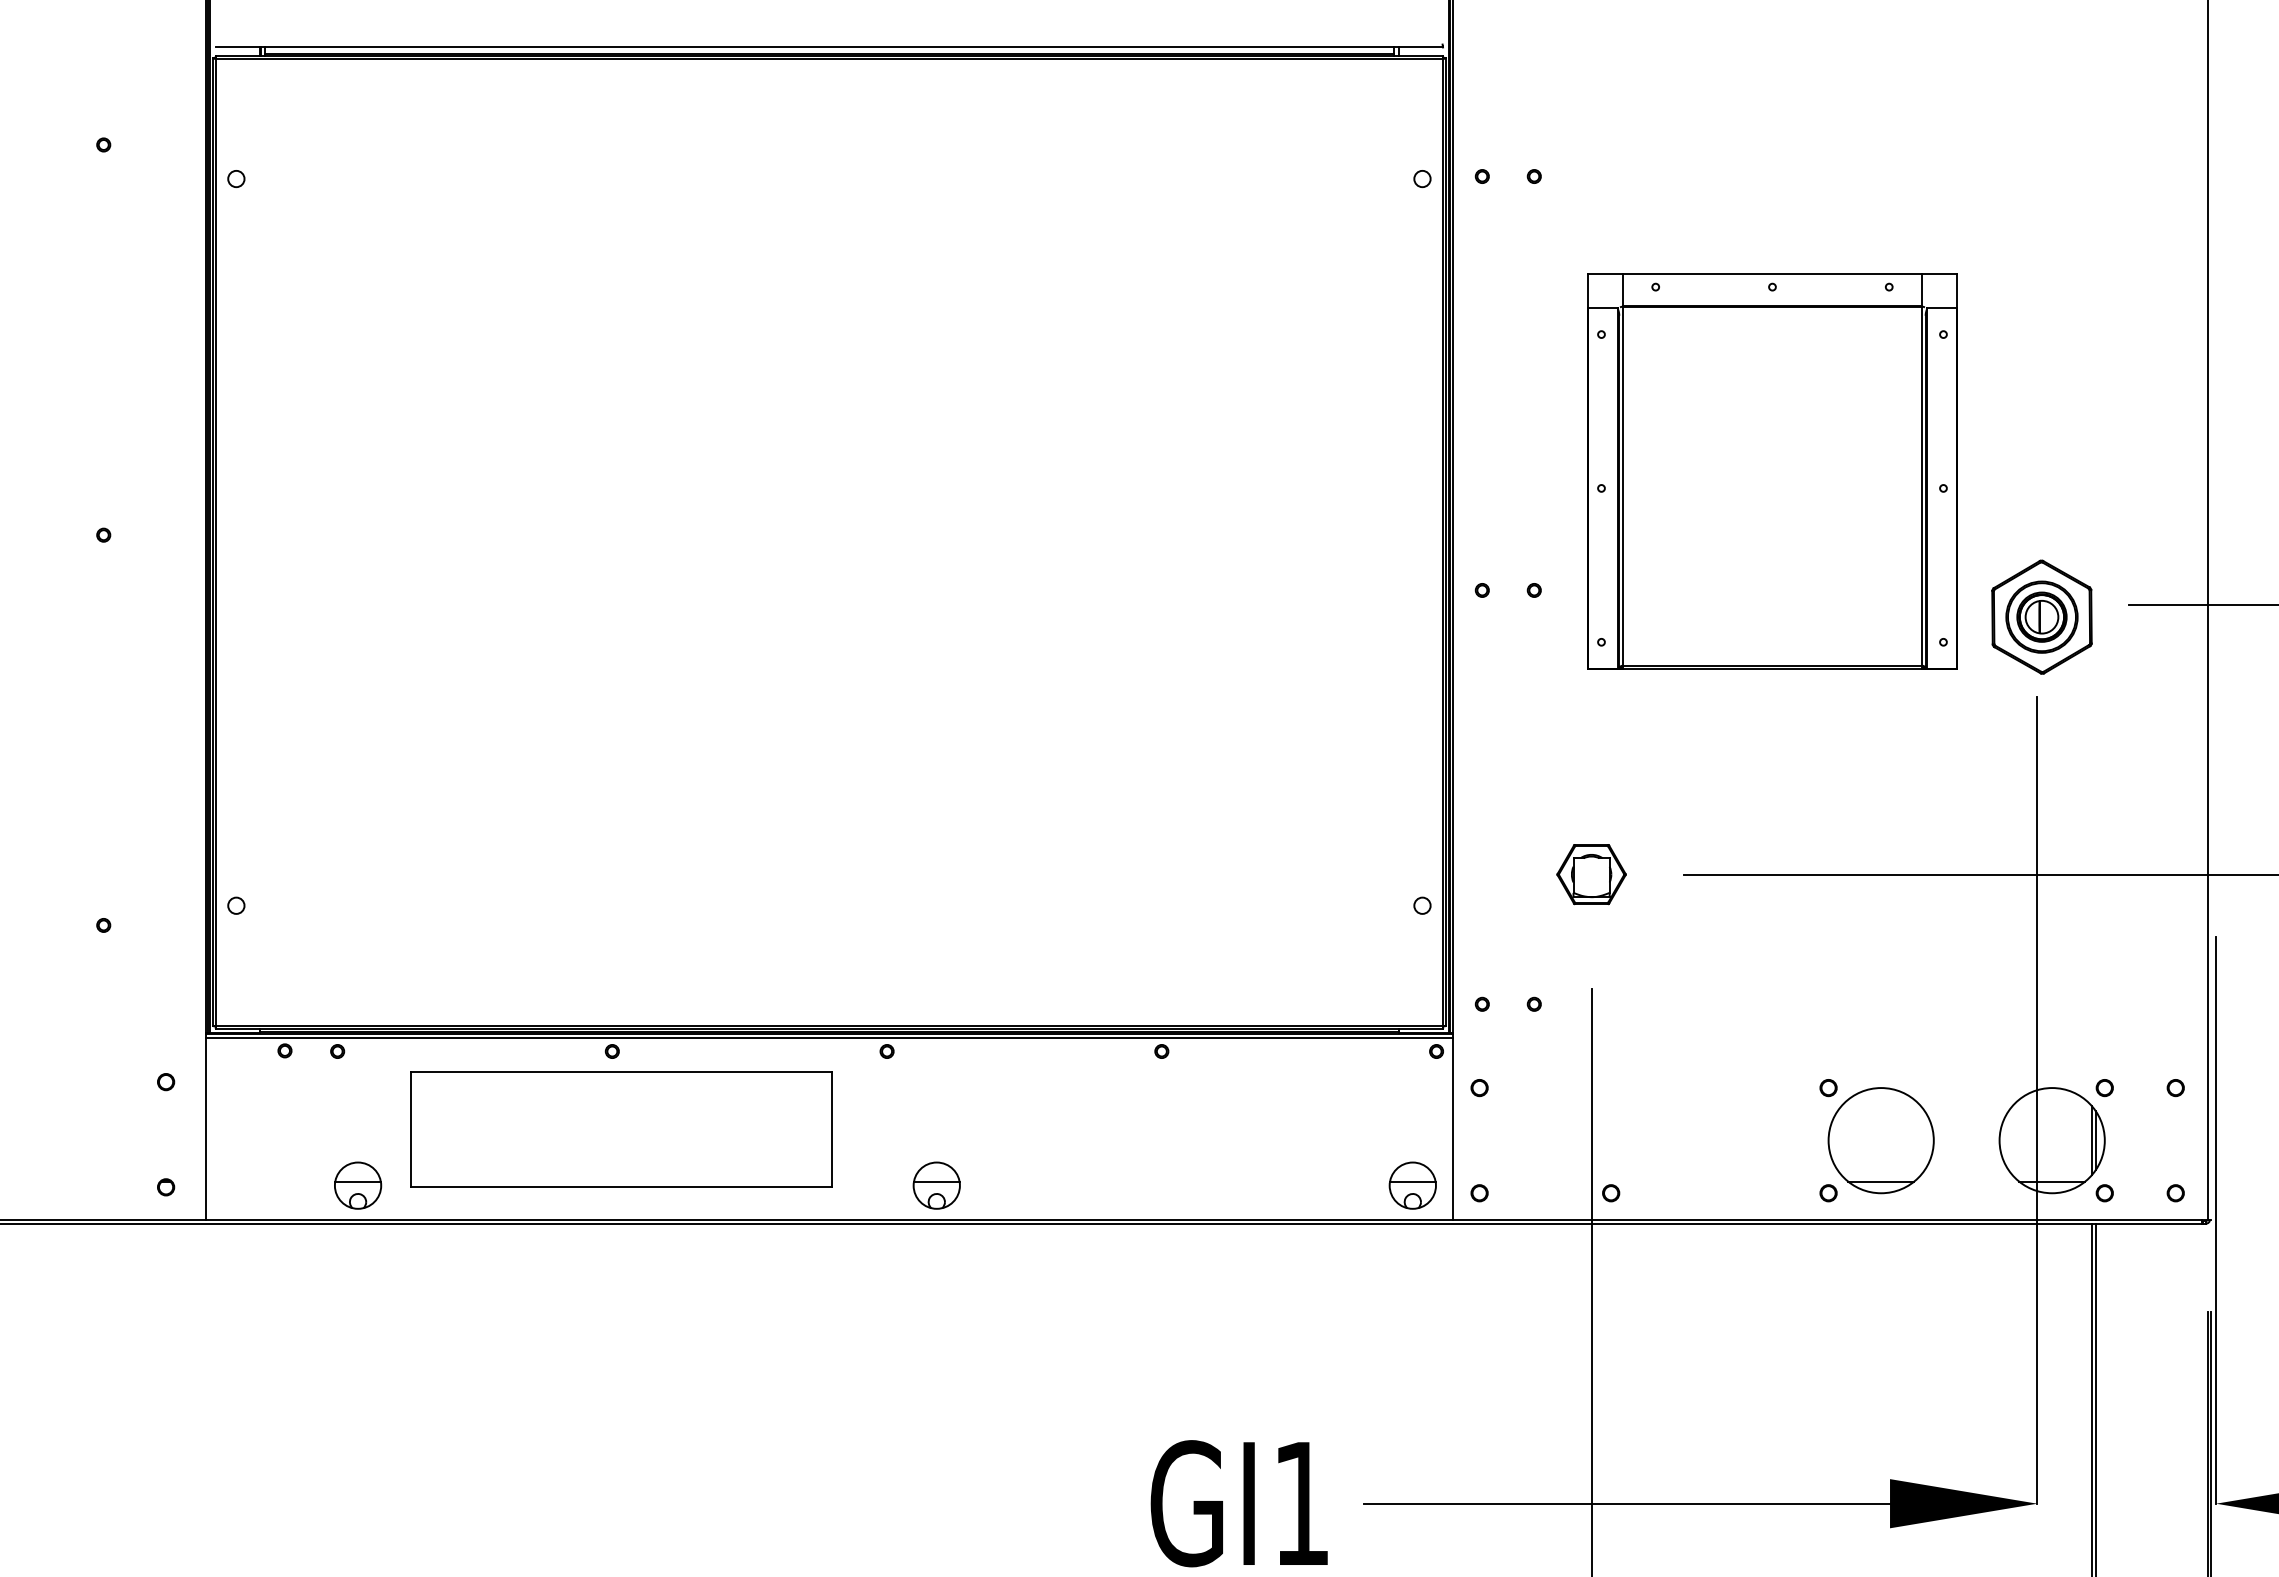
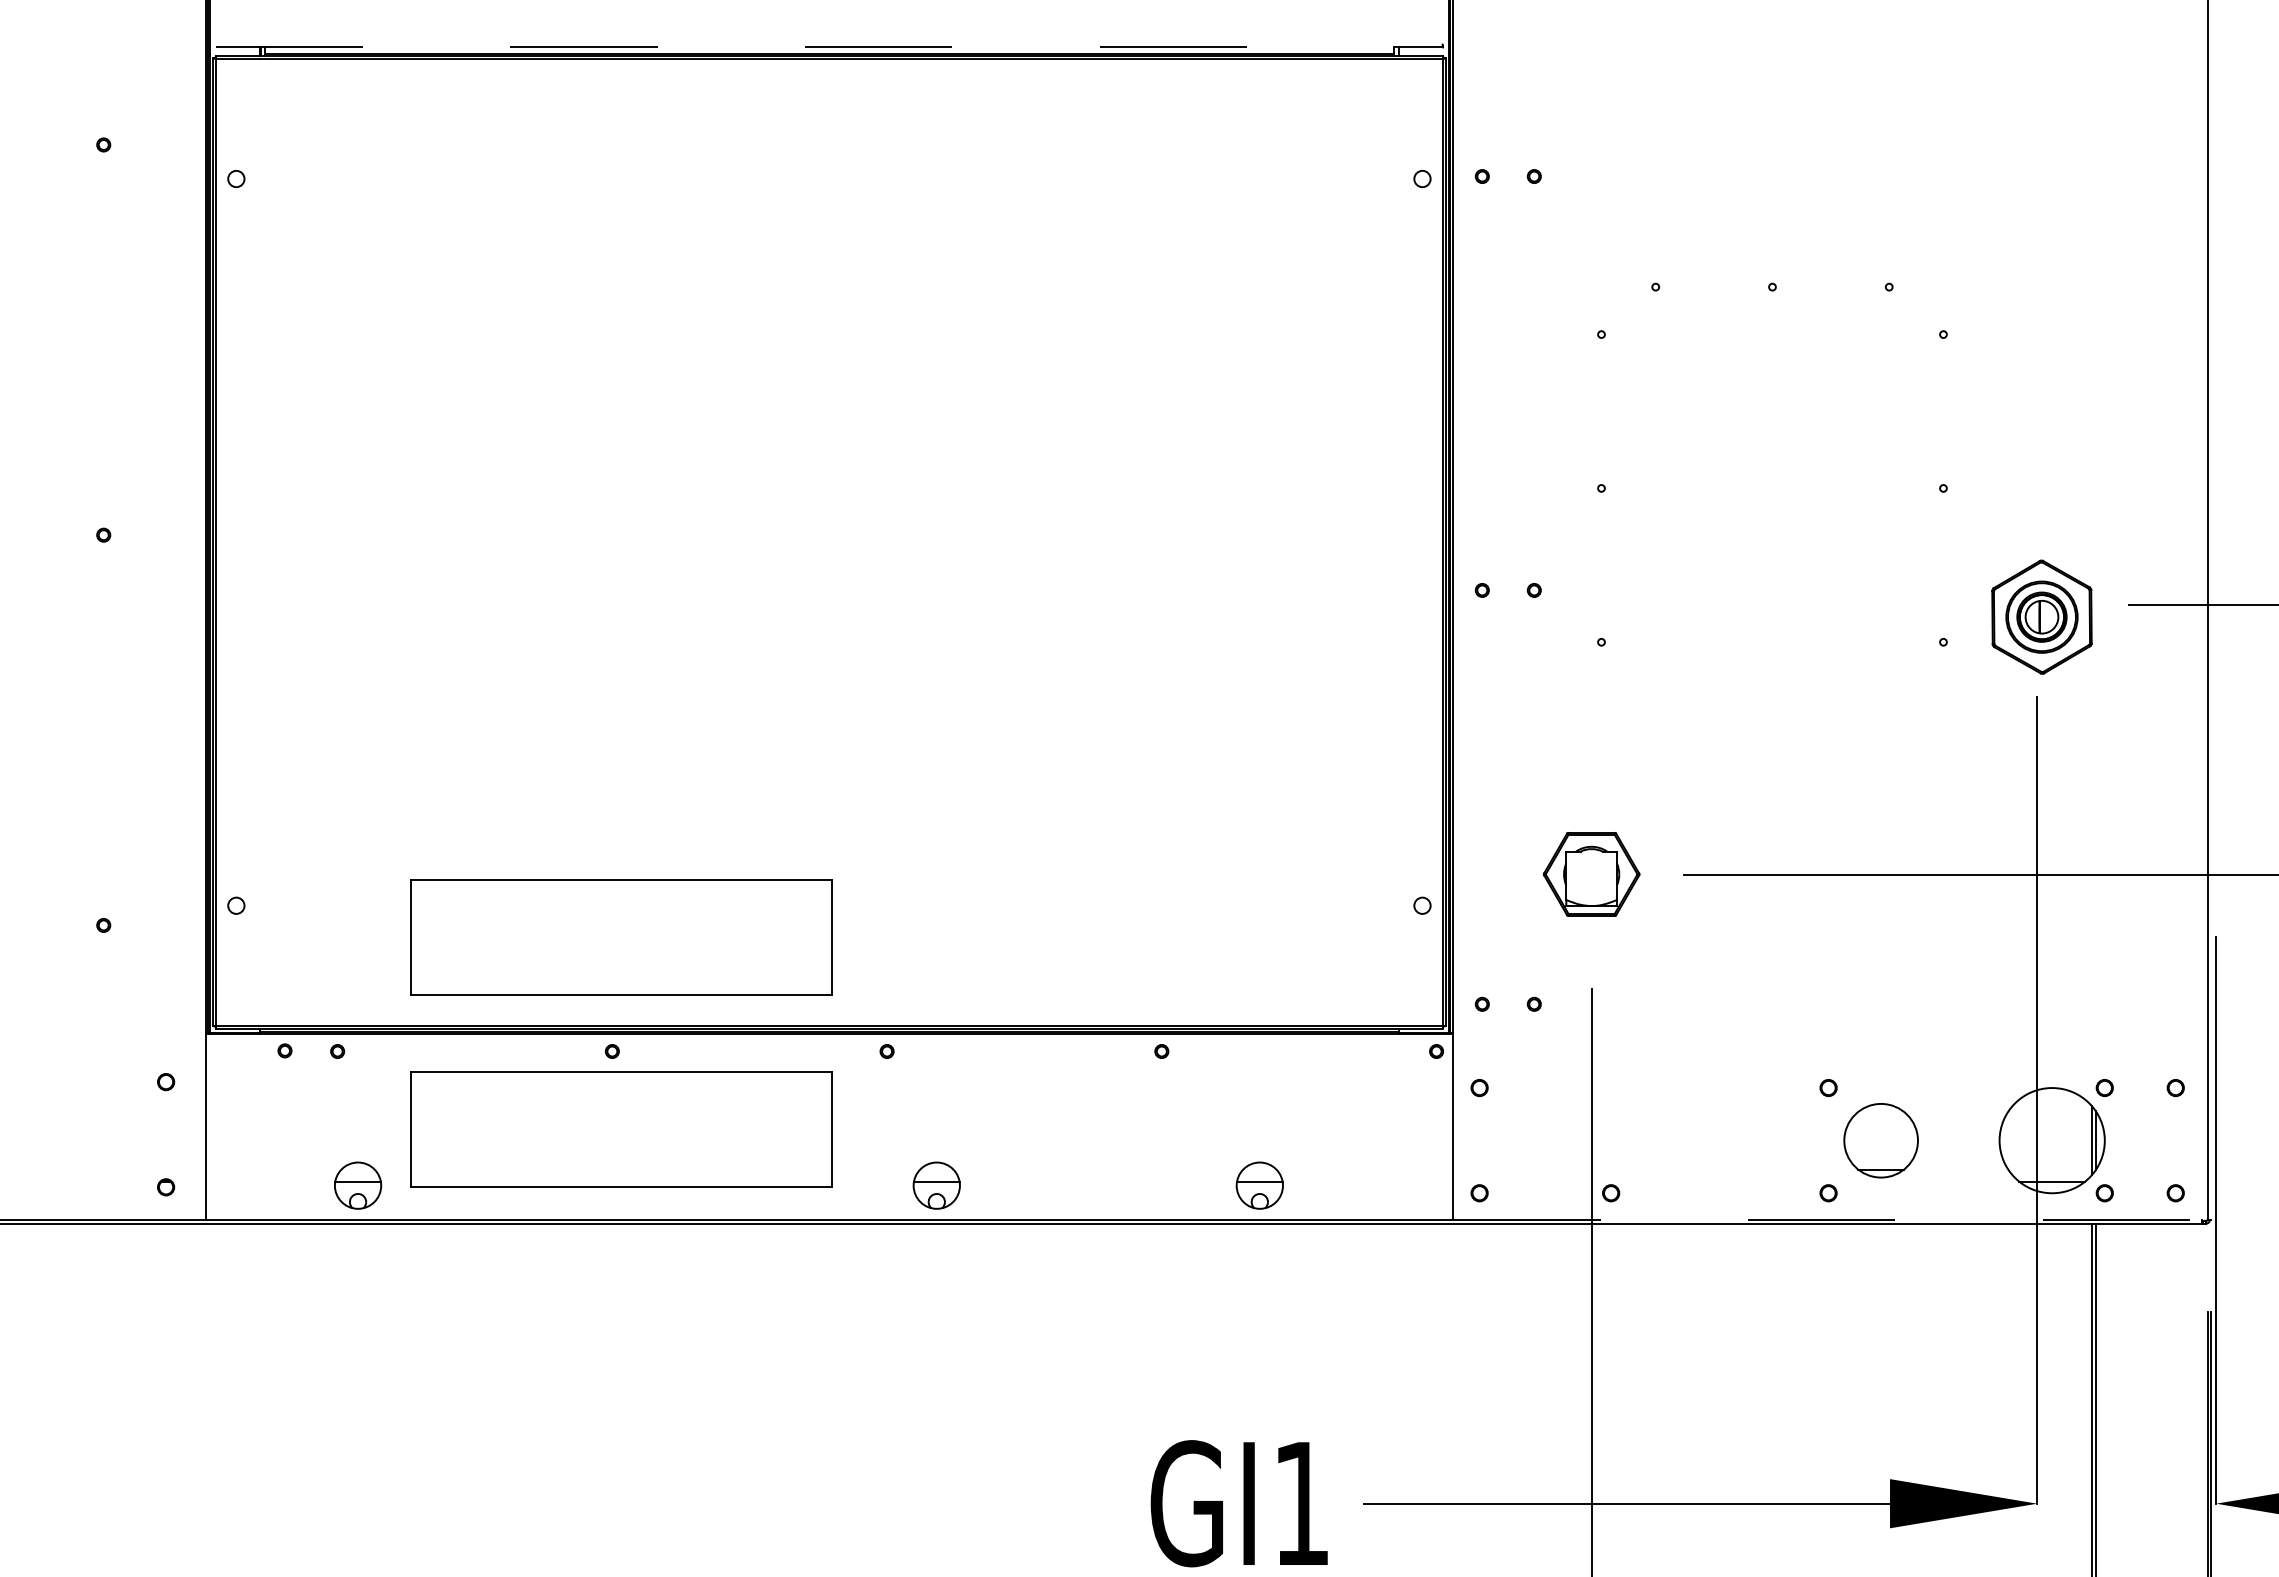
line at (829, 47): solid -> dashed
part at (1772, 471): present -> none
part at (1591, 874) size: 71x62 px -> 98x85 px
part at (621, 937): none -> present
line at (829, 1038): present -> none
part at (1880, 1140) size: 108x108 px -> 76x76 px
part at (1412, 1185) position: (1412, 1185) -> (1259, 1185)
line at (1830, 1219): solid -> dashed
